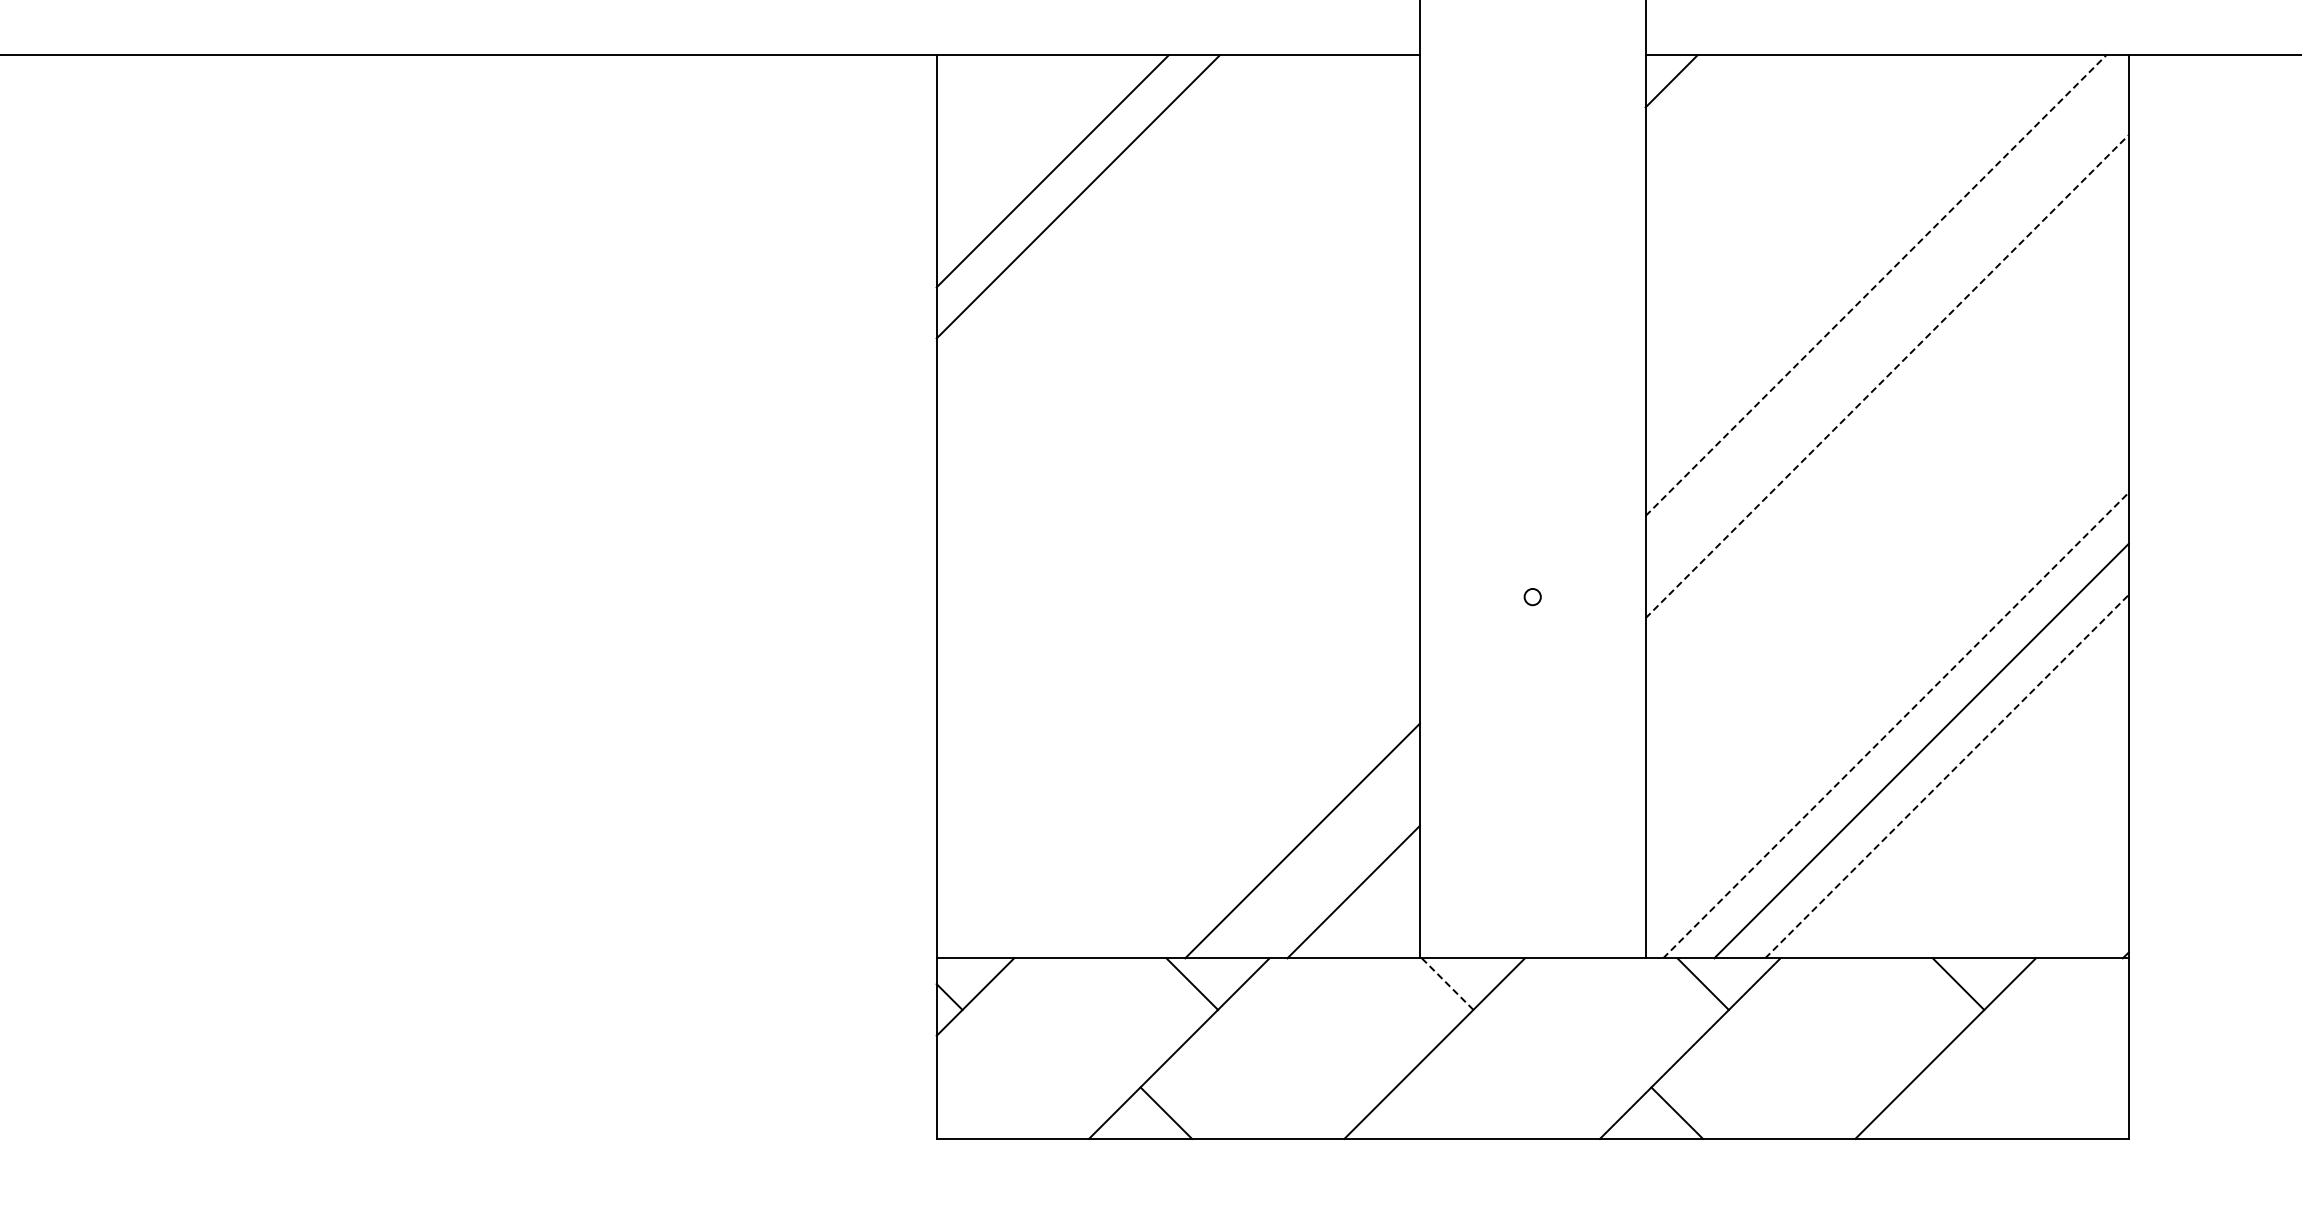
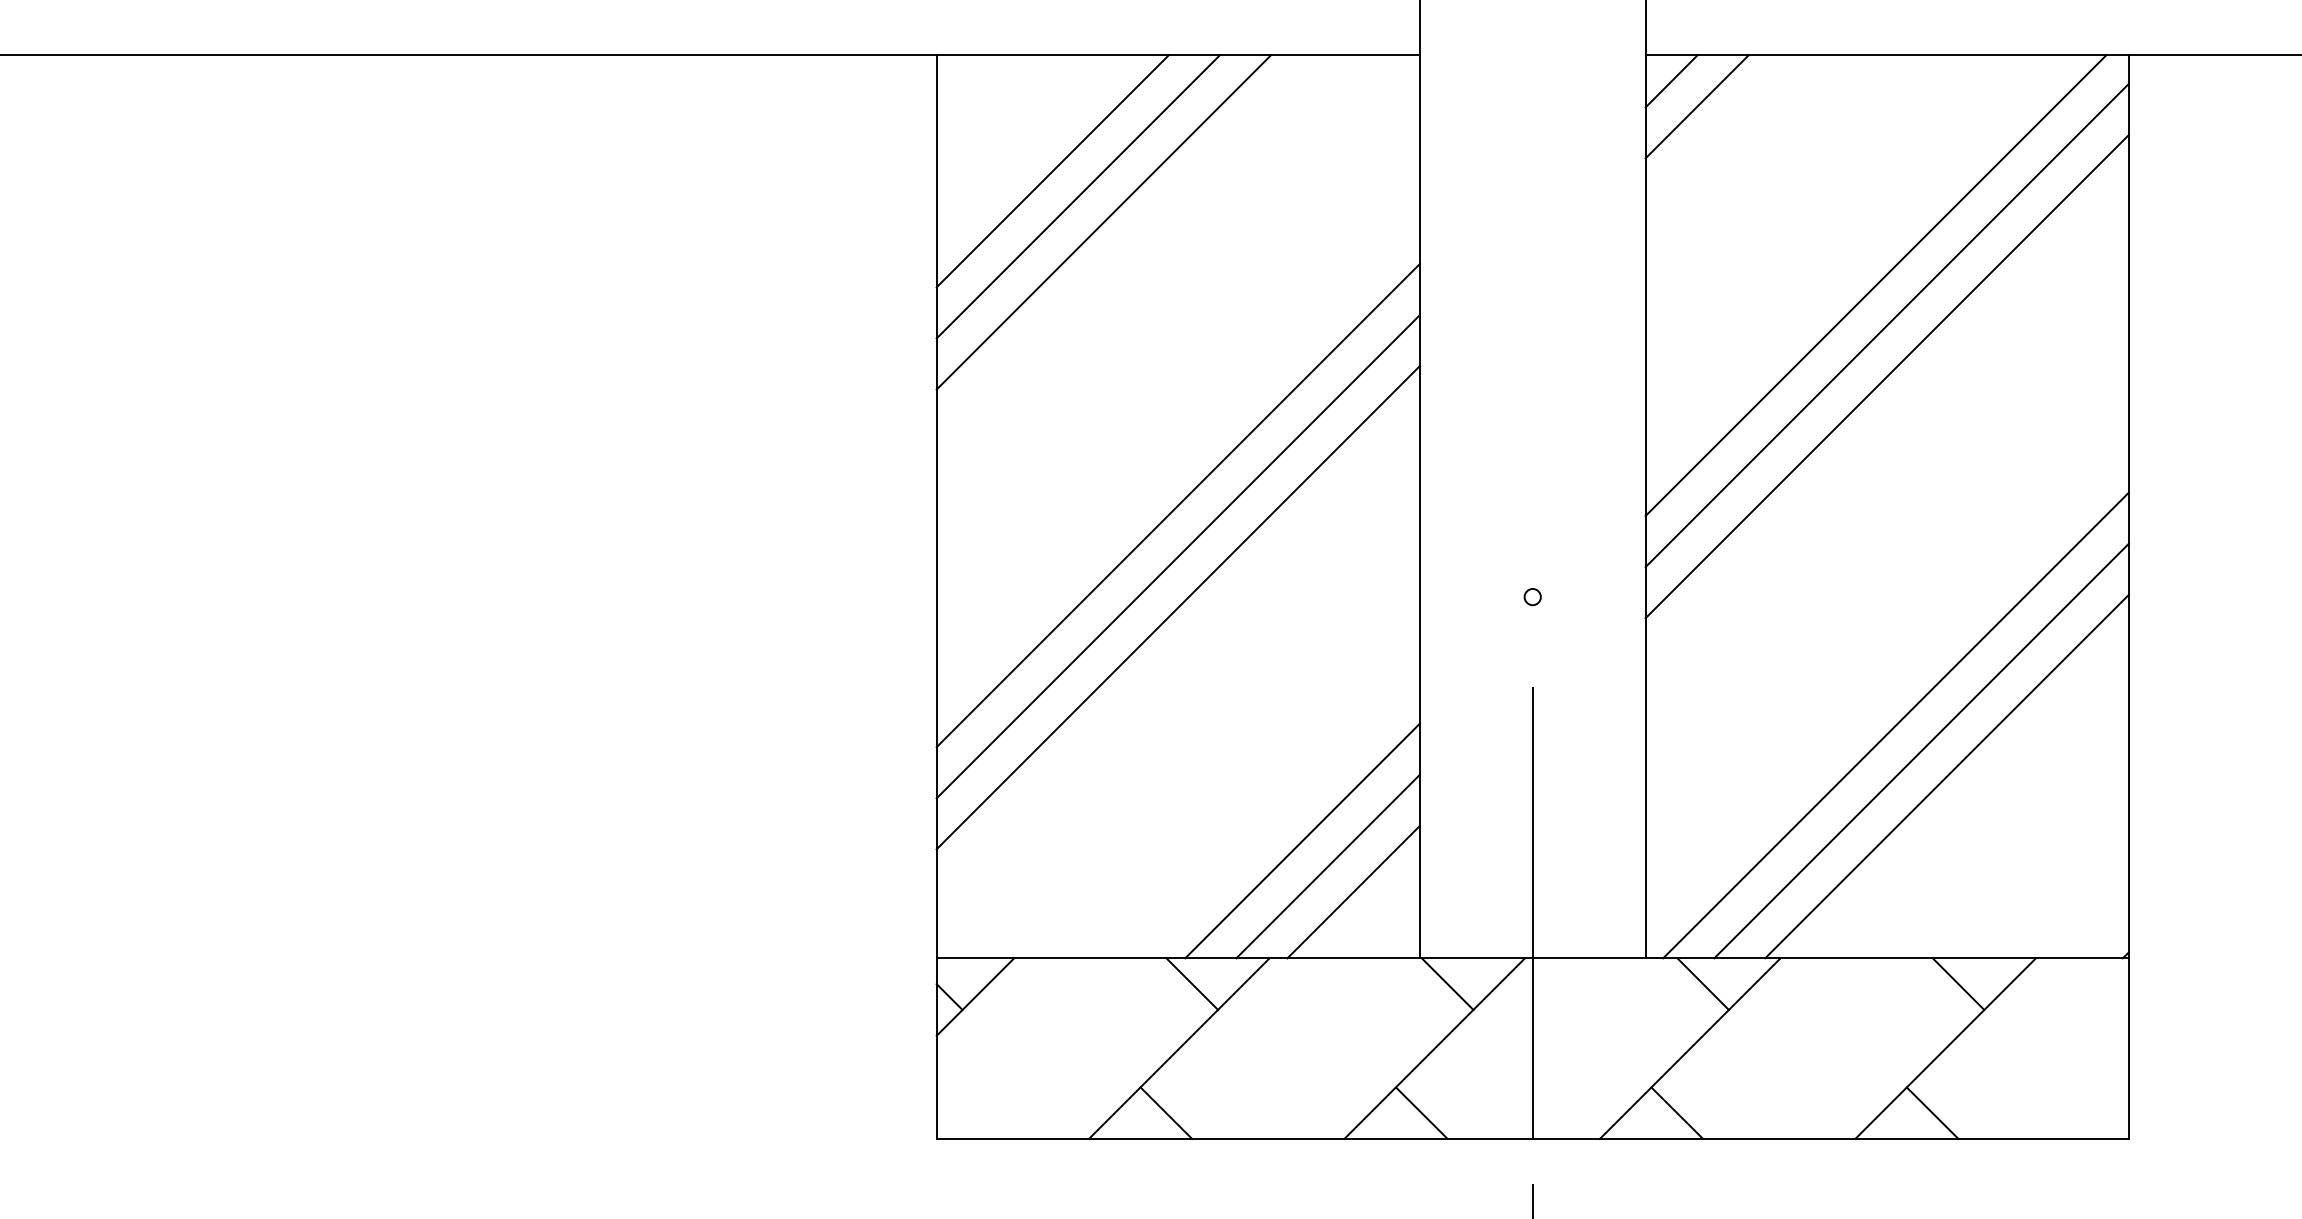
line at (1696, 106): none -> present
line at (1103, 222): none -> present
line at (1876, 285): dashed -> solid
line at (1886, 325): none -> present
line at (1887, 376): dashed -> solid
line at (1177, 505): none -> present
line at (1177, 556): none -> present
line at (1177, 607): none -> present
line at (1896, 725): dashed -> solid
line at (1947, 776): dashed -> solid
line at (1327, 866): none -> present
line at (1532, 951): none -> present
line at (1447, 984): dashed -> solid
line at (1421, 1112): none -> present
line at (1932, 1112): none -> present
